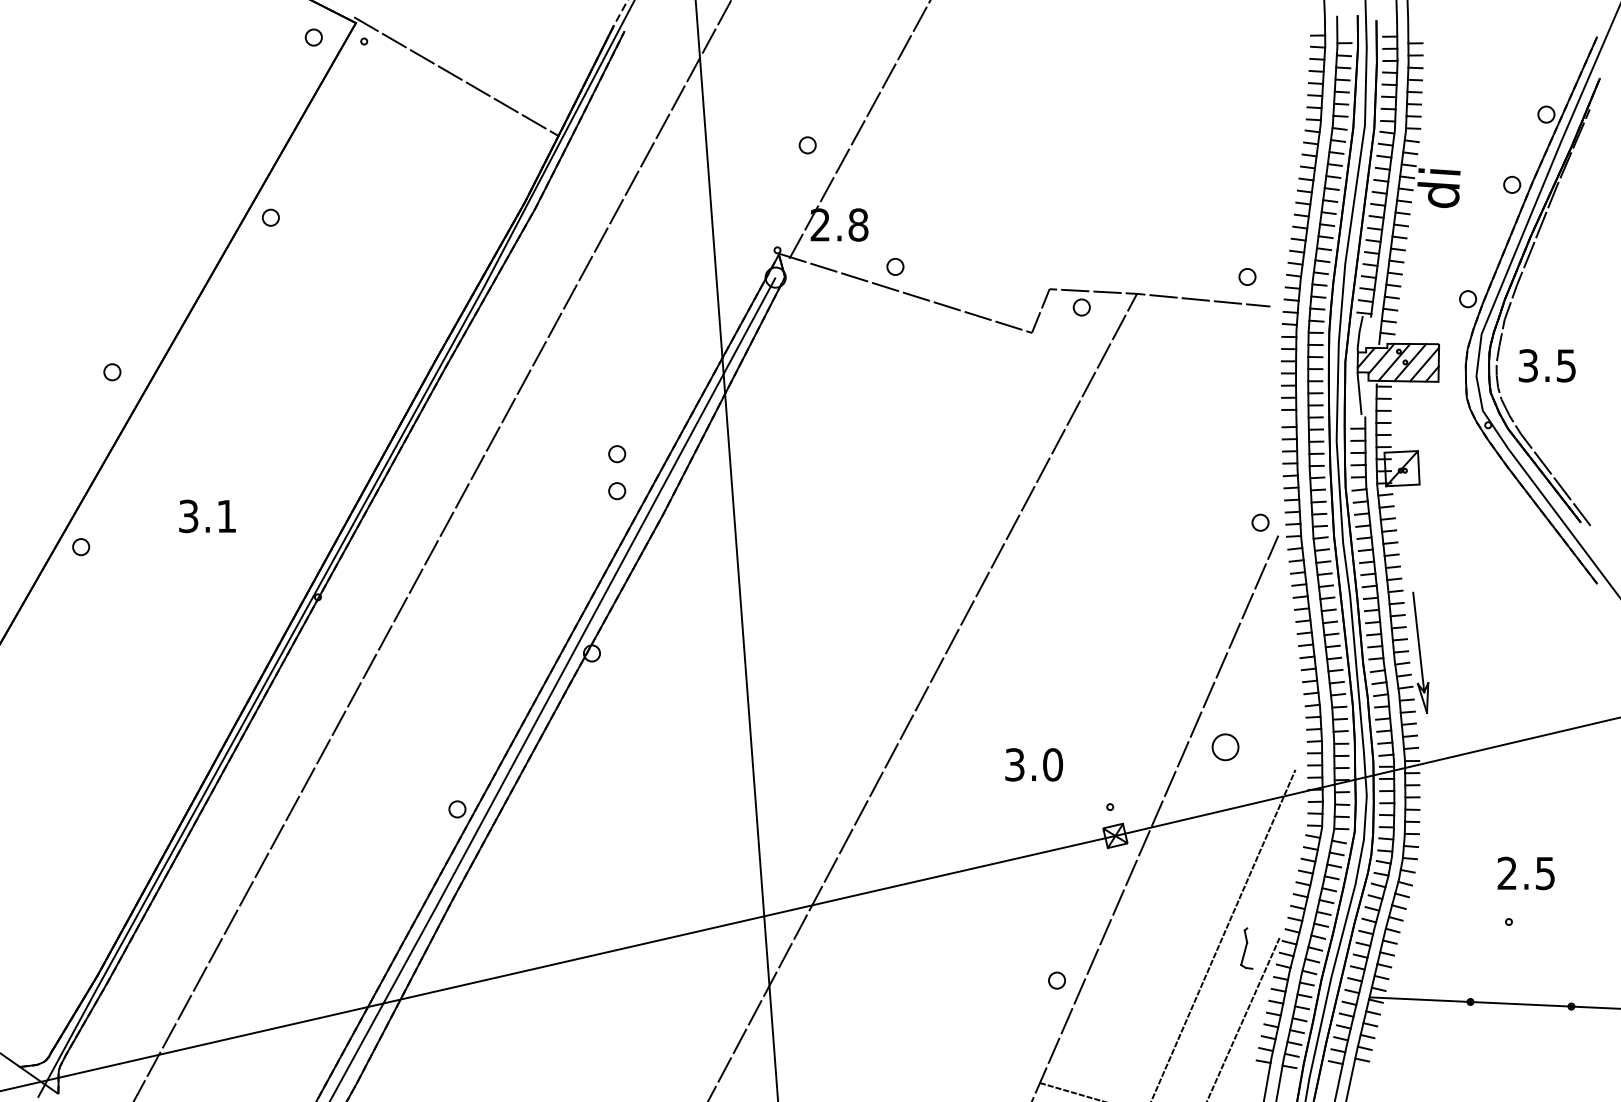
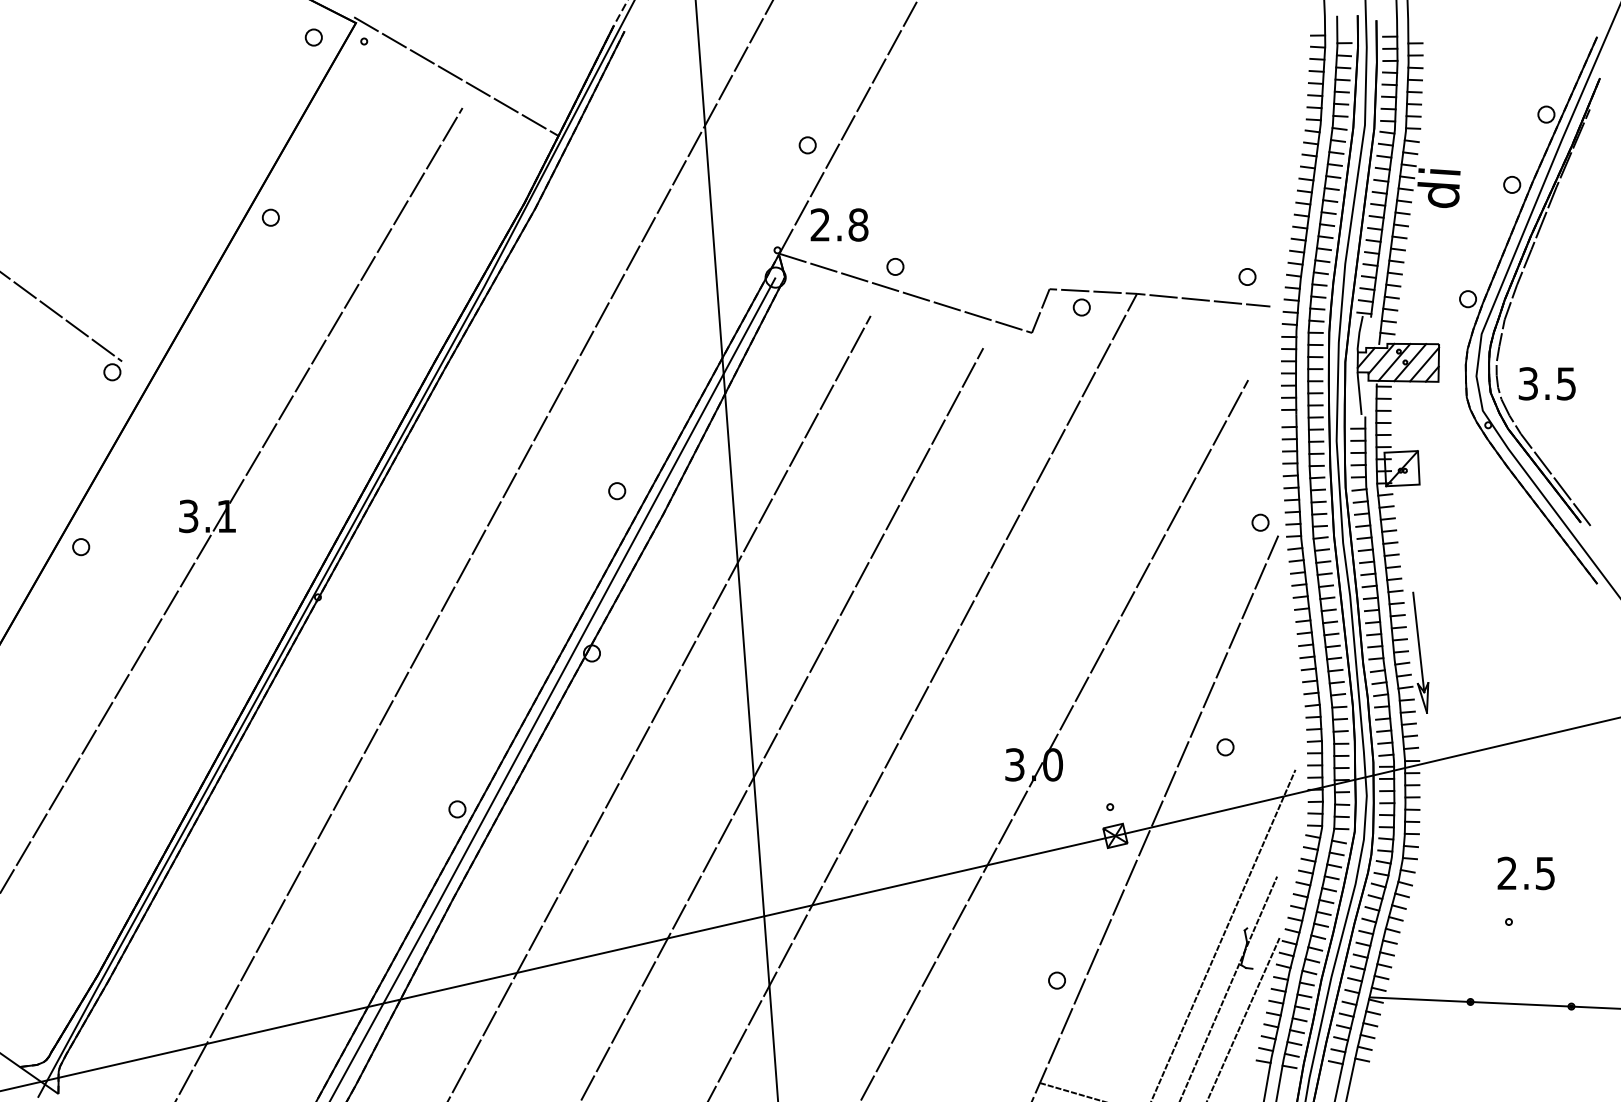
line at (859, 130) position: (859, 130) -> (847, 127)
line at (62, 317): none -> present
text at (1546, 365) position: (1546, 365) -> (1546, 383)
part at (617, 454): present -> none
line at (232, 498): none -> present
line at (432, 550) position: (432, 550) -> (474, 550)
line at (659, 706): none -> present
line at (782, 723): none -> present
line at (1055, 739): none -> present
part at (1225, 747) size: 29x29 px -> 19x19 px
line at (1228, 987): none -> present
